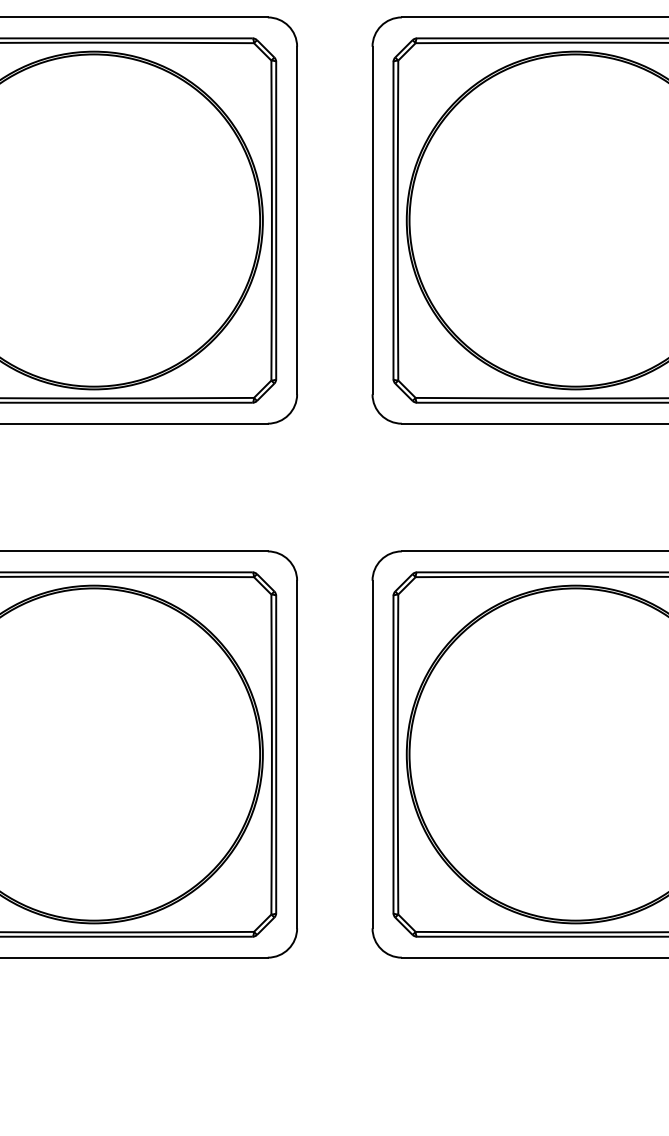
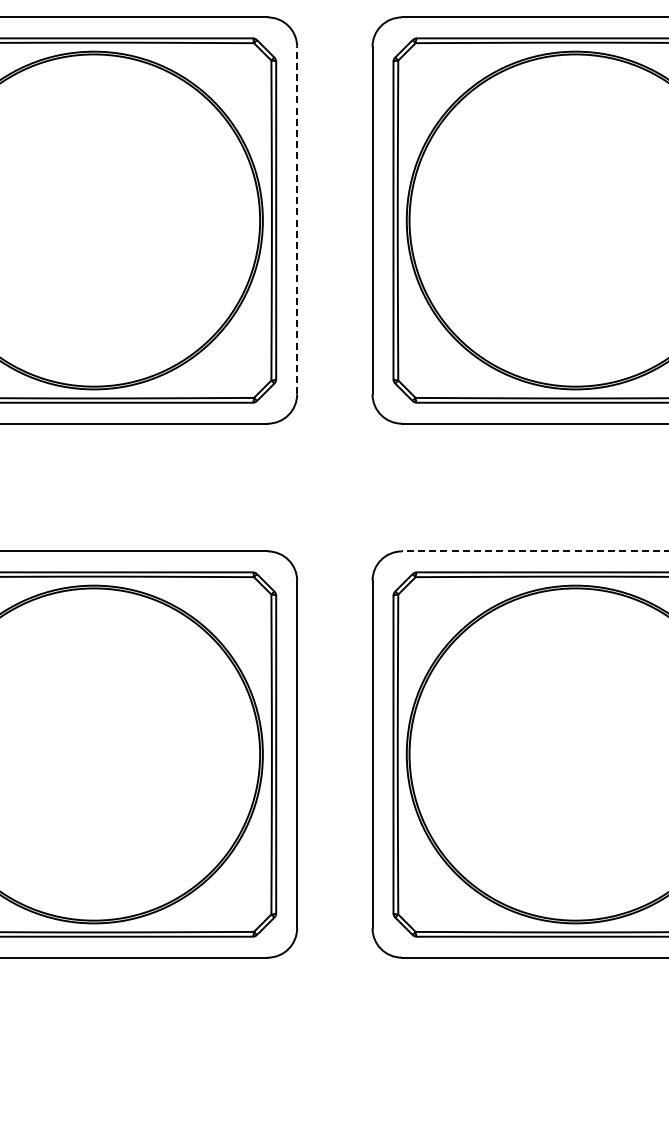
line at (297, 220): solid -> dashed
line at (534, 551): solid -> dashed
